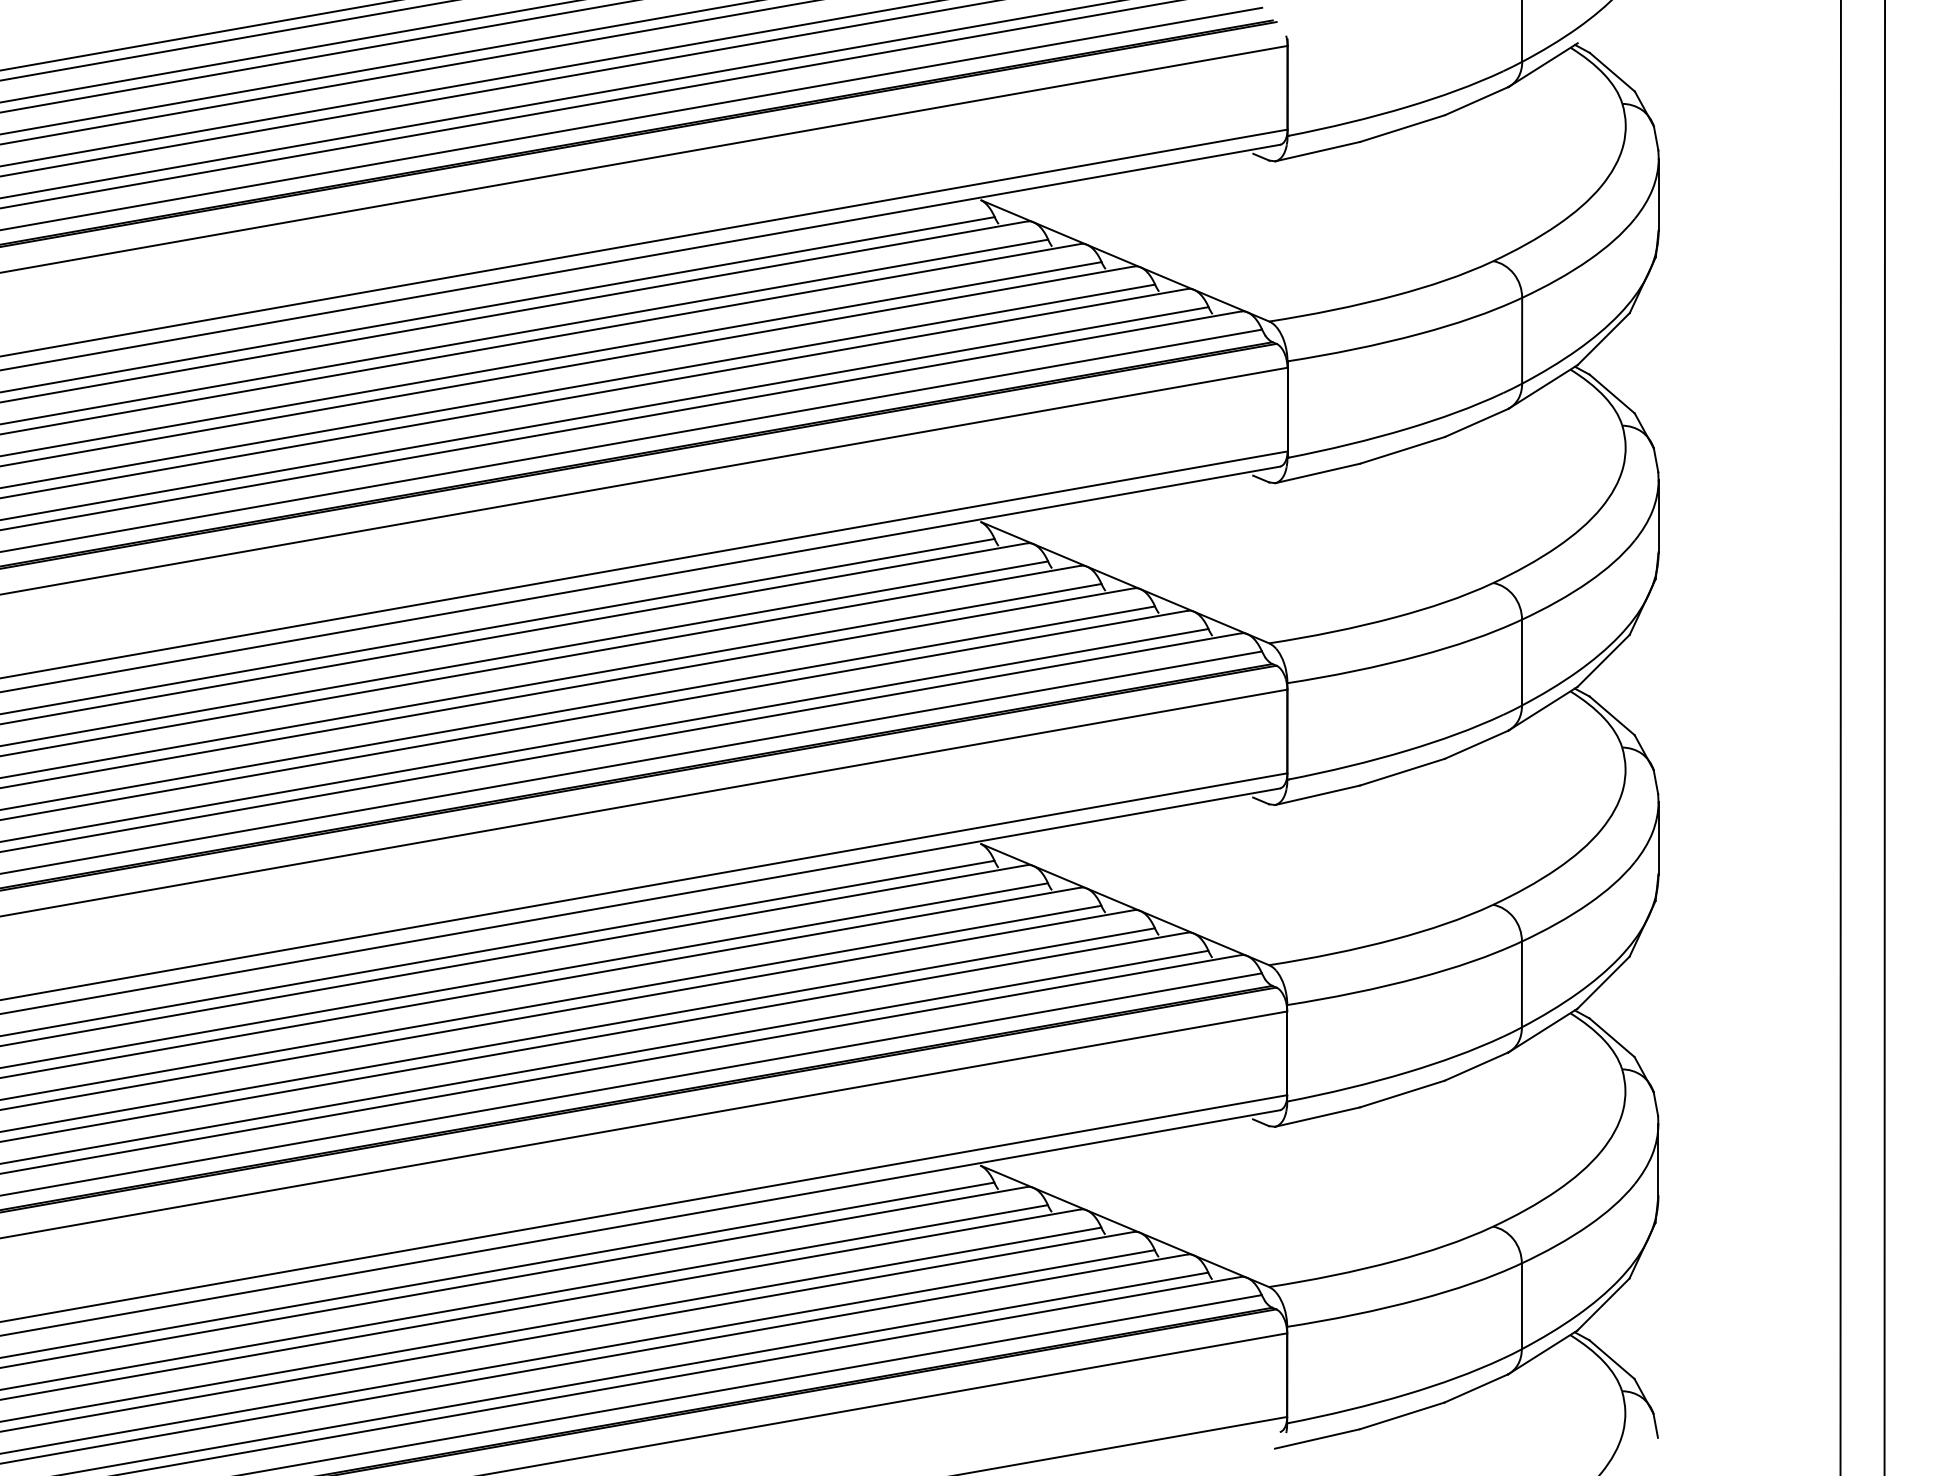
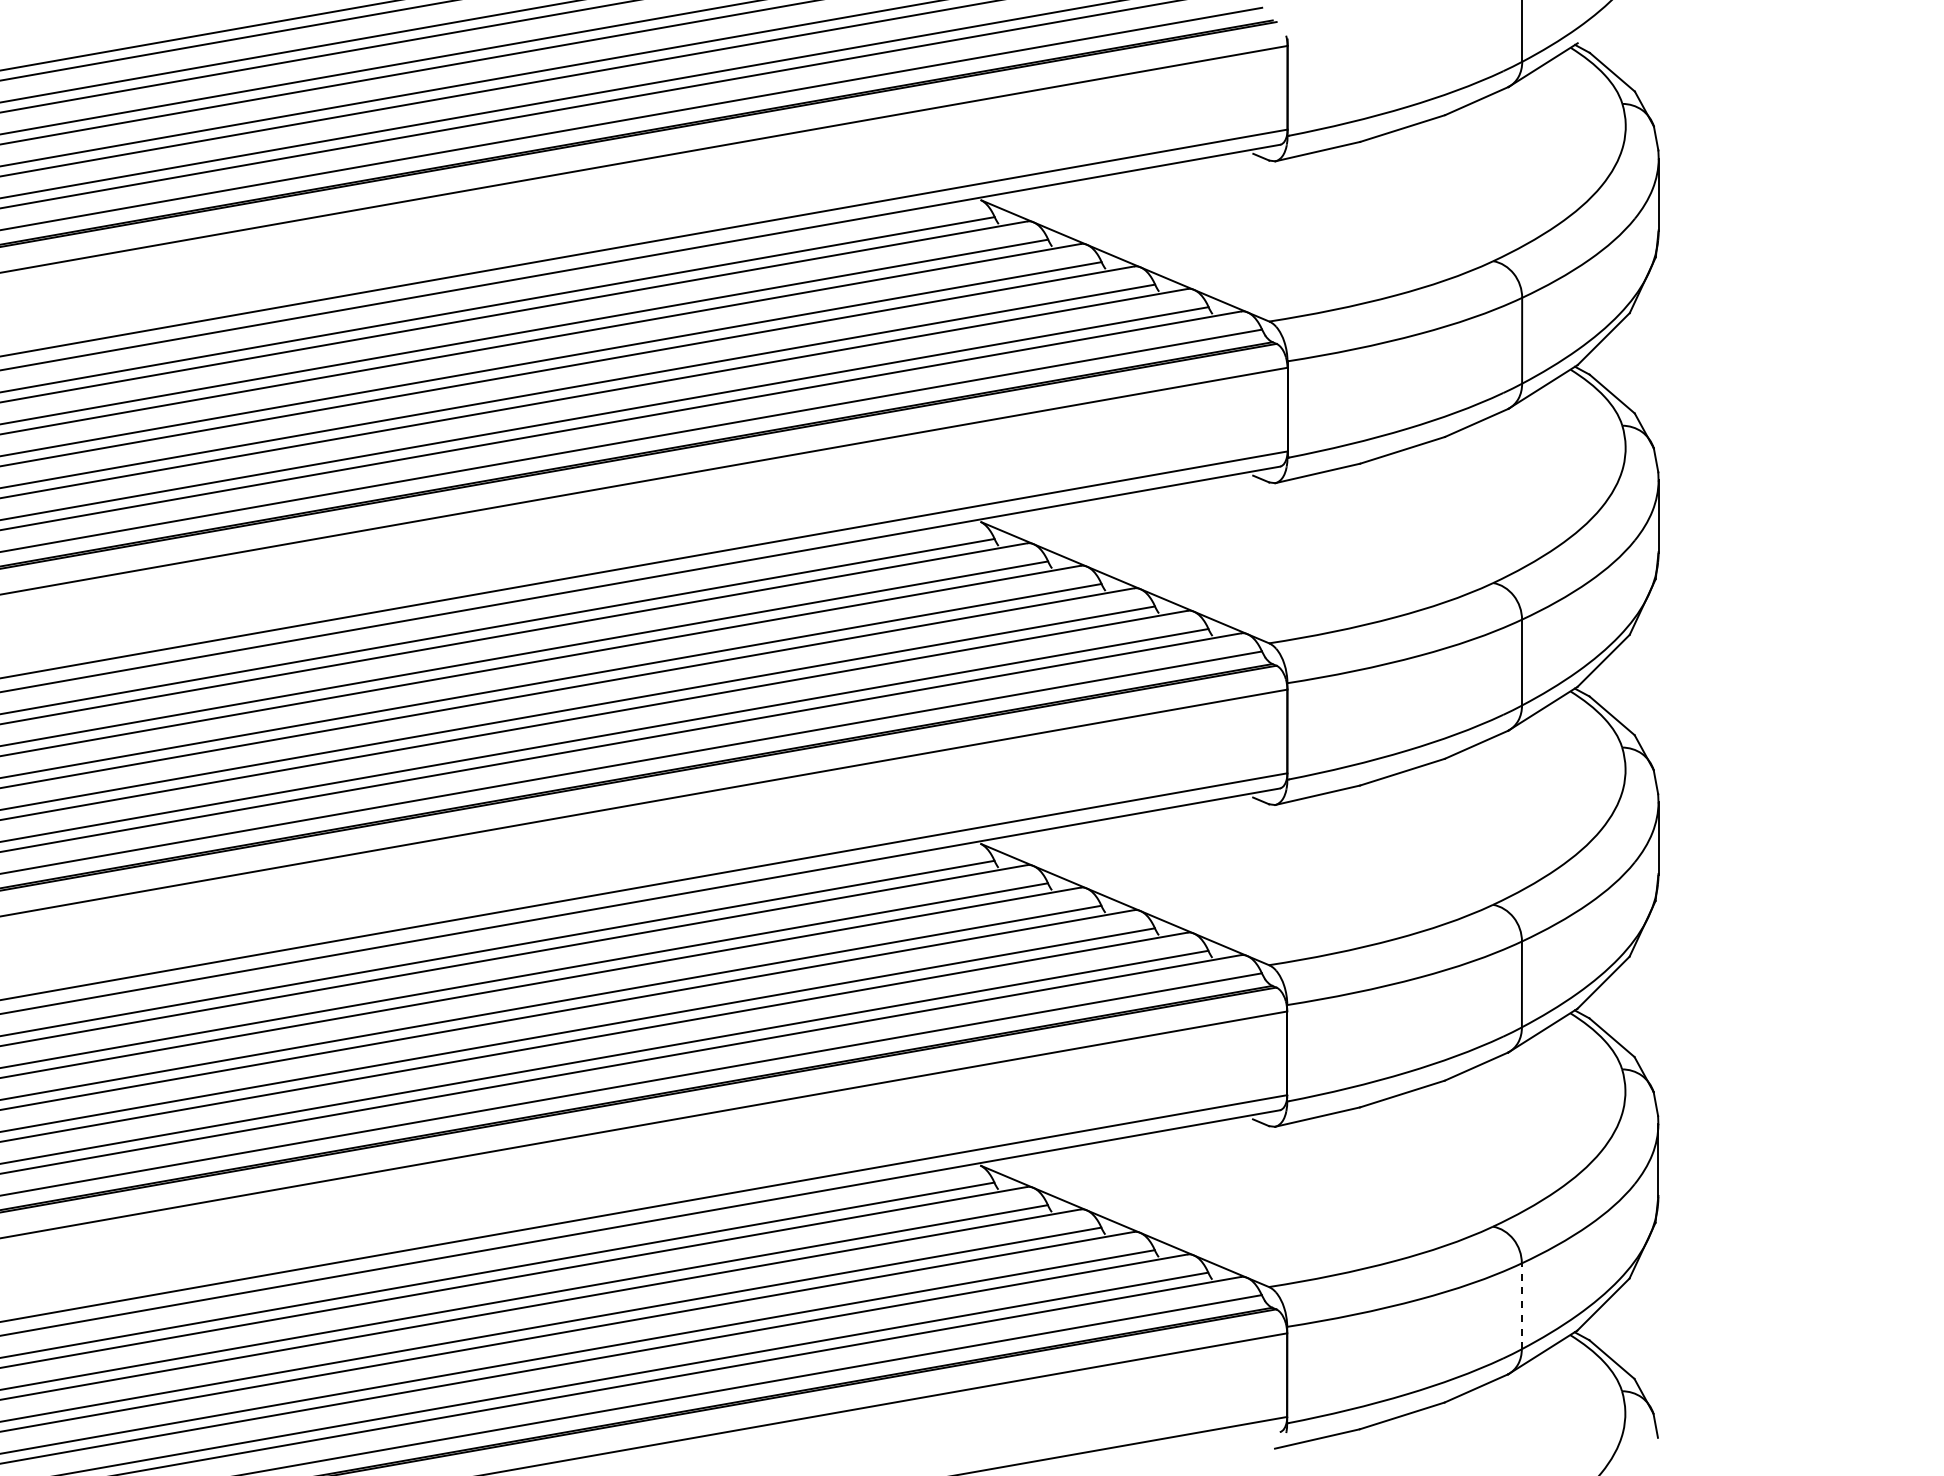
line at (1840, 737): present -> none
line at (1884, 737): present -> none
line at (1521, 1306): solid -> dashed
